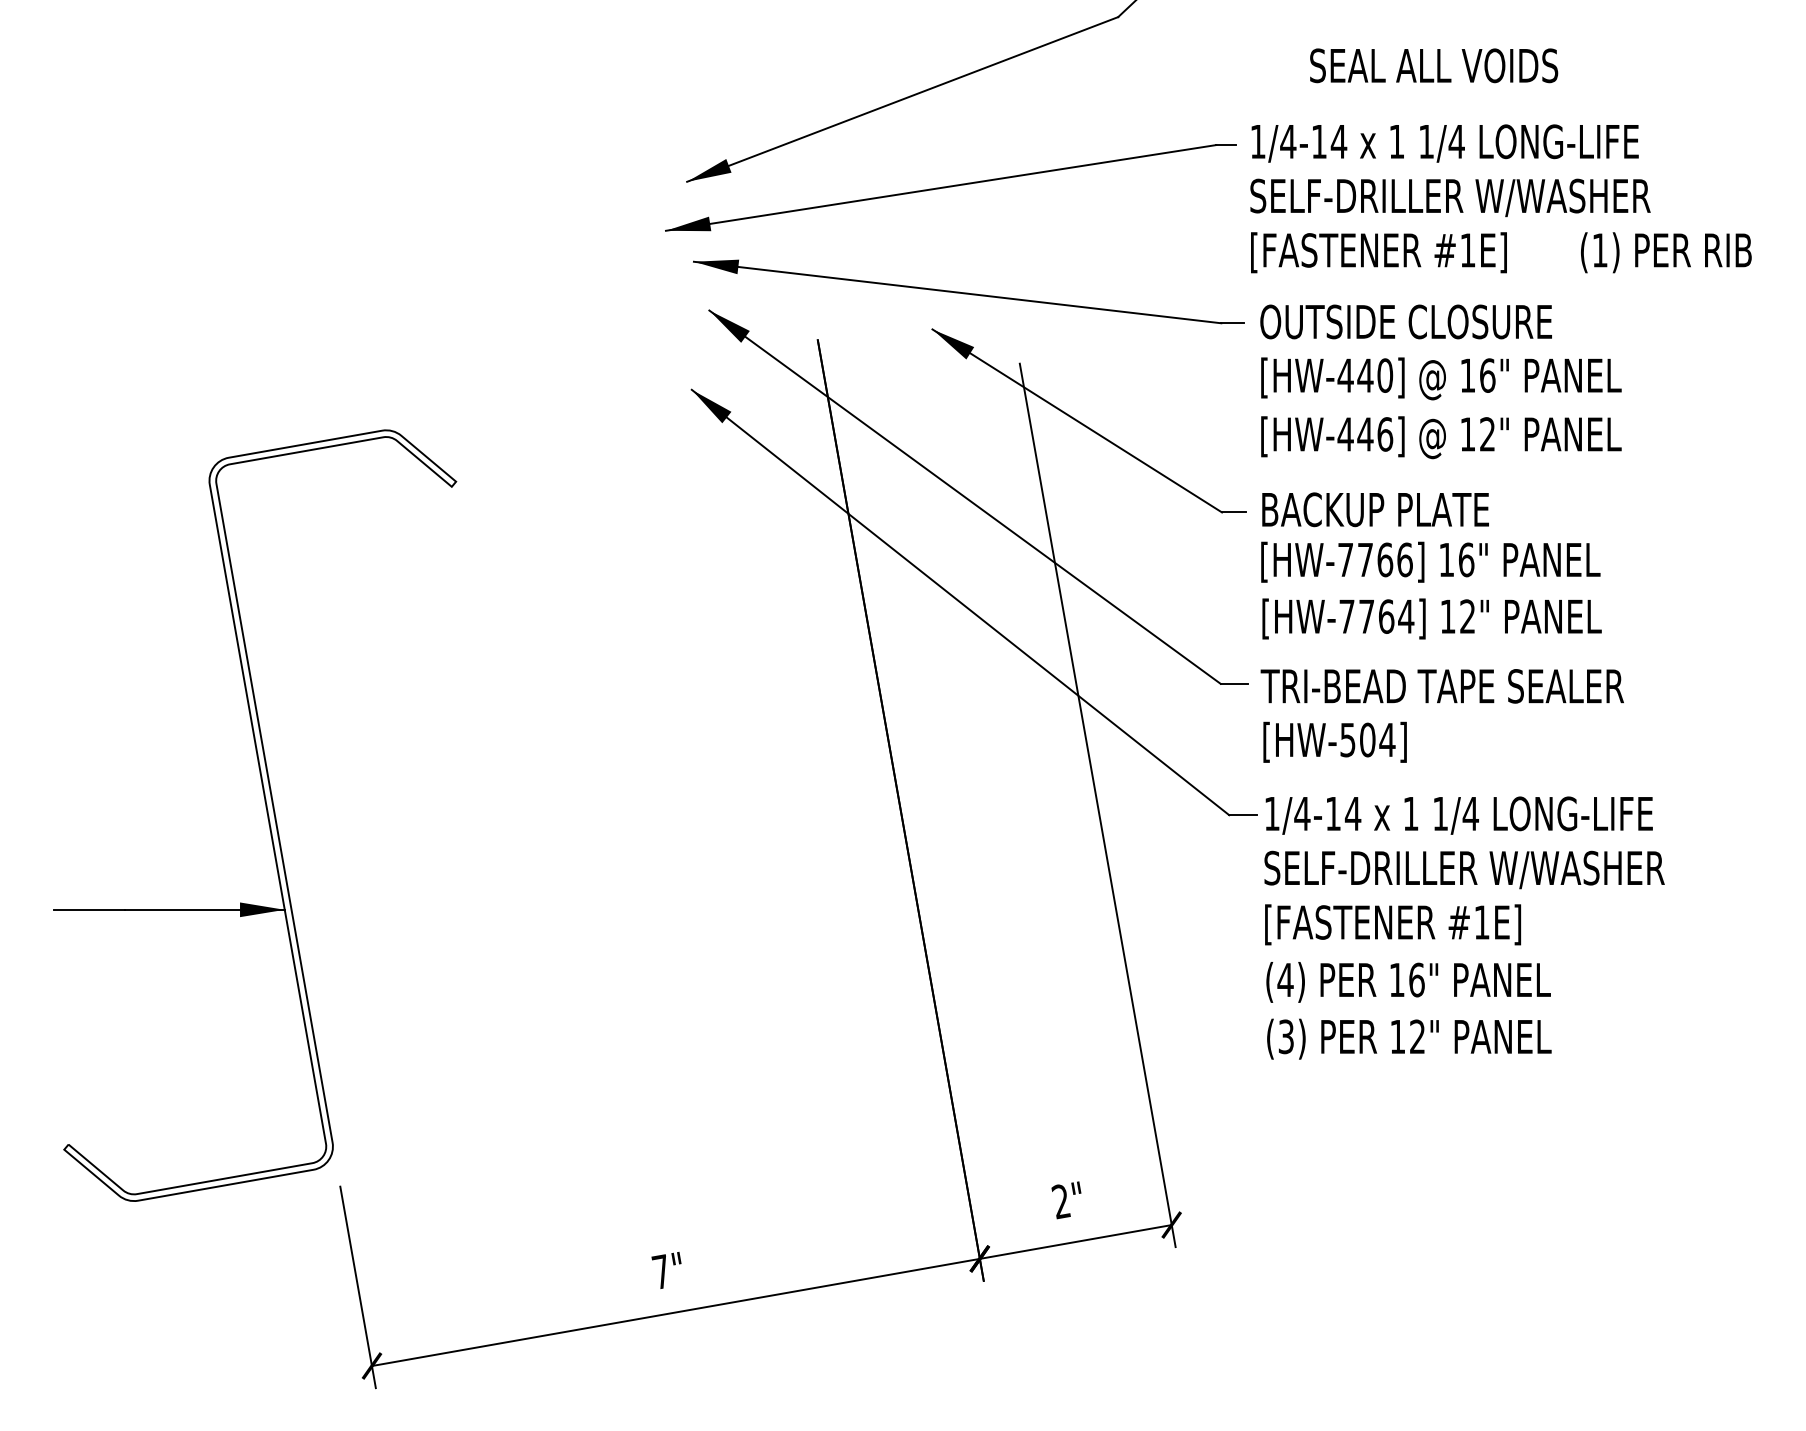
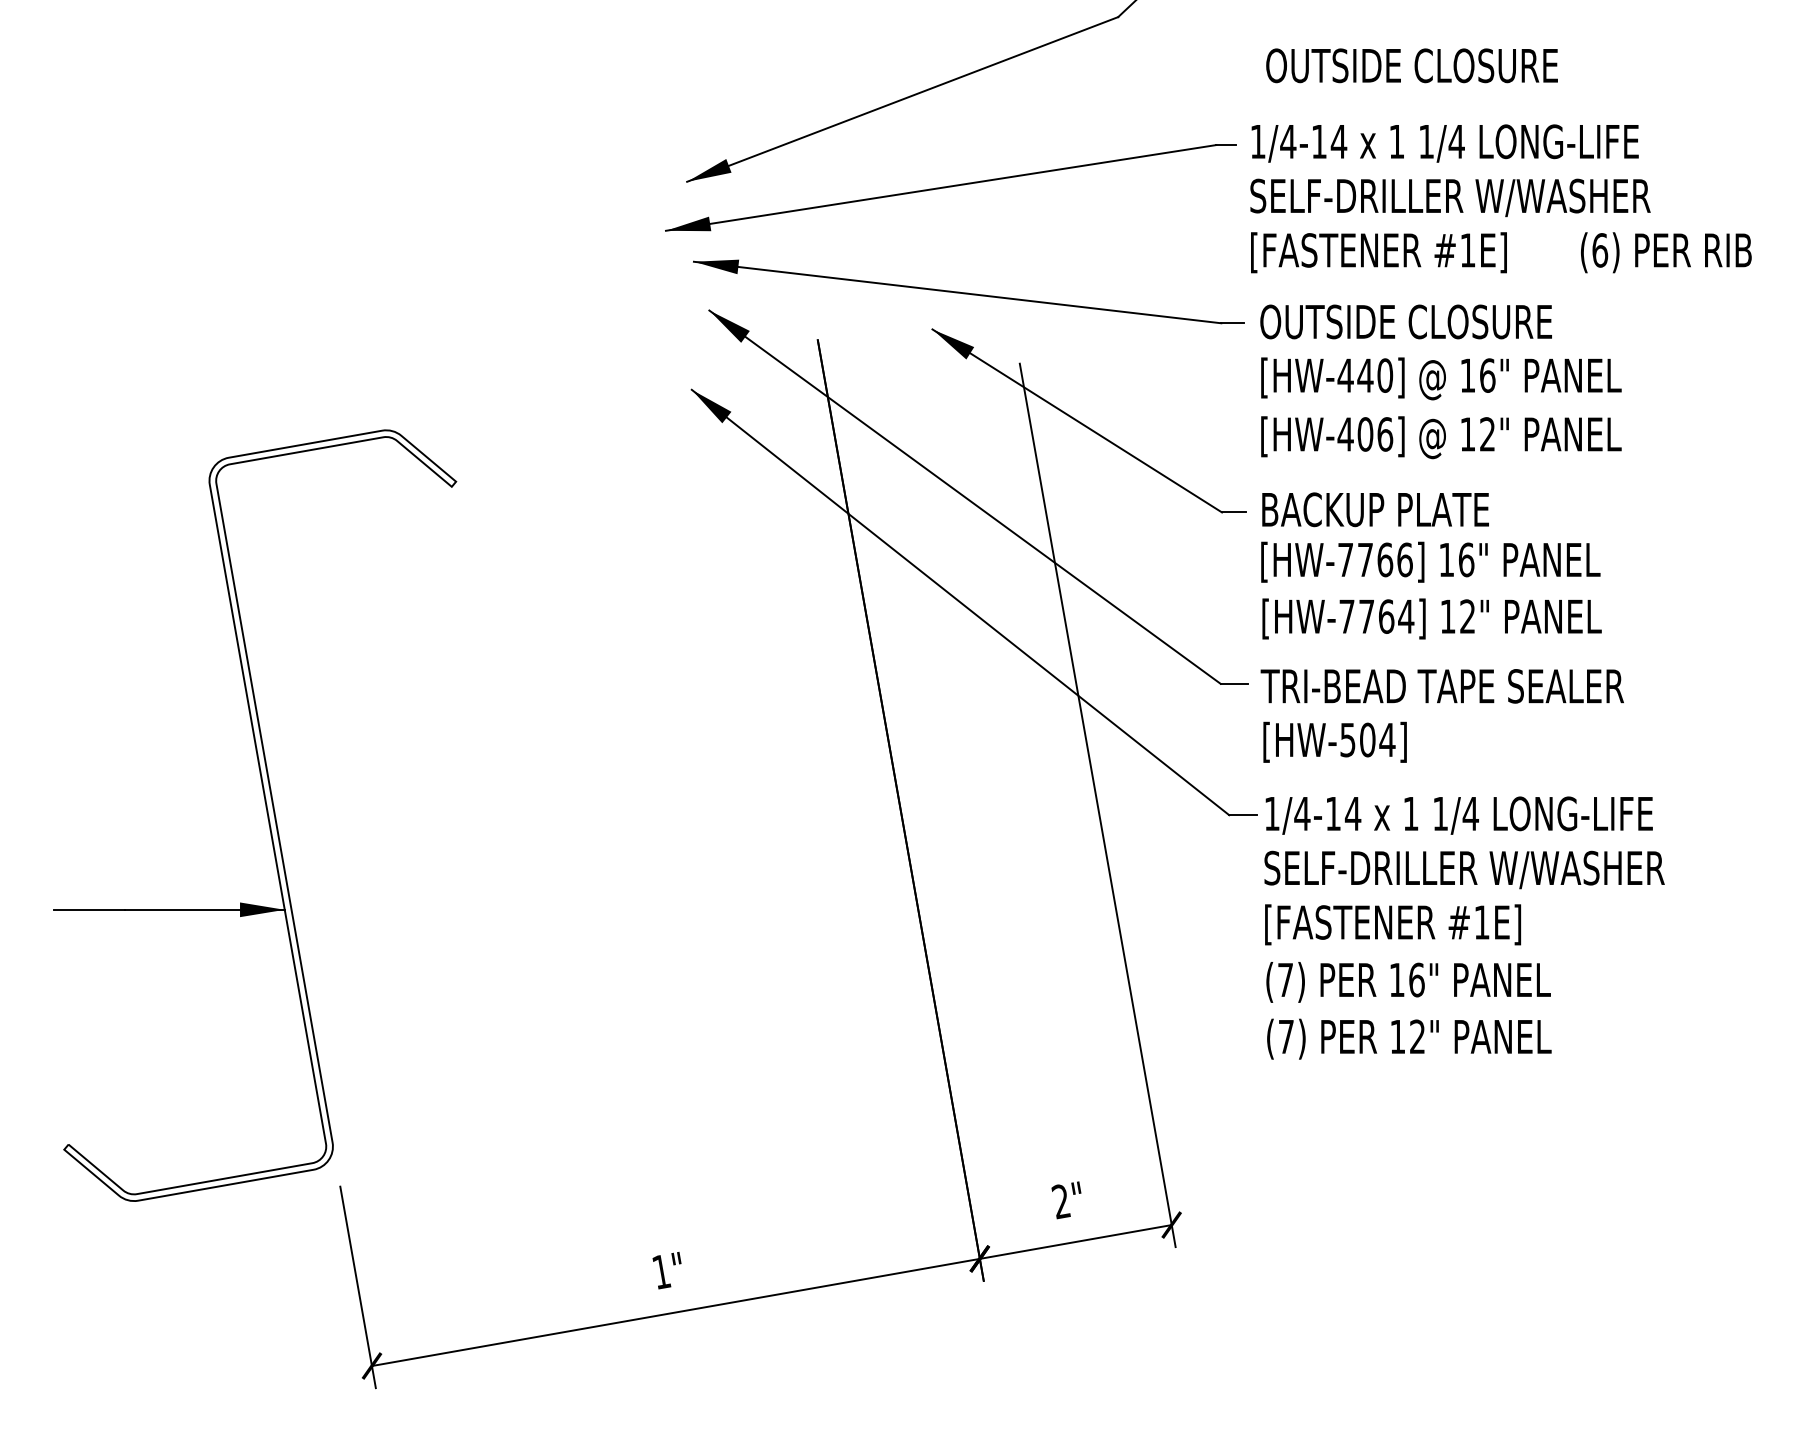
text at (1412, 65): SEAL ALL VOIDS -> OUTSIDE CLOSURE
text at (1600, 250): (1) -> (6)
text at (1365, 434): [HW-446] -> [HW-406]
text at (1285, 979): (4) -> (7)
text at (1285, 1036): (3) -> (7)
text at (661, 1271): 7" -> 1"
